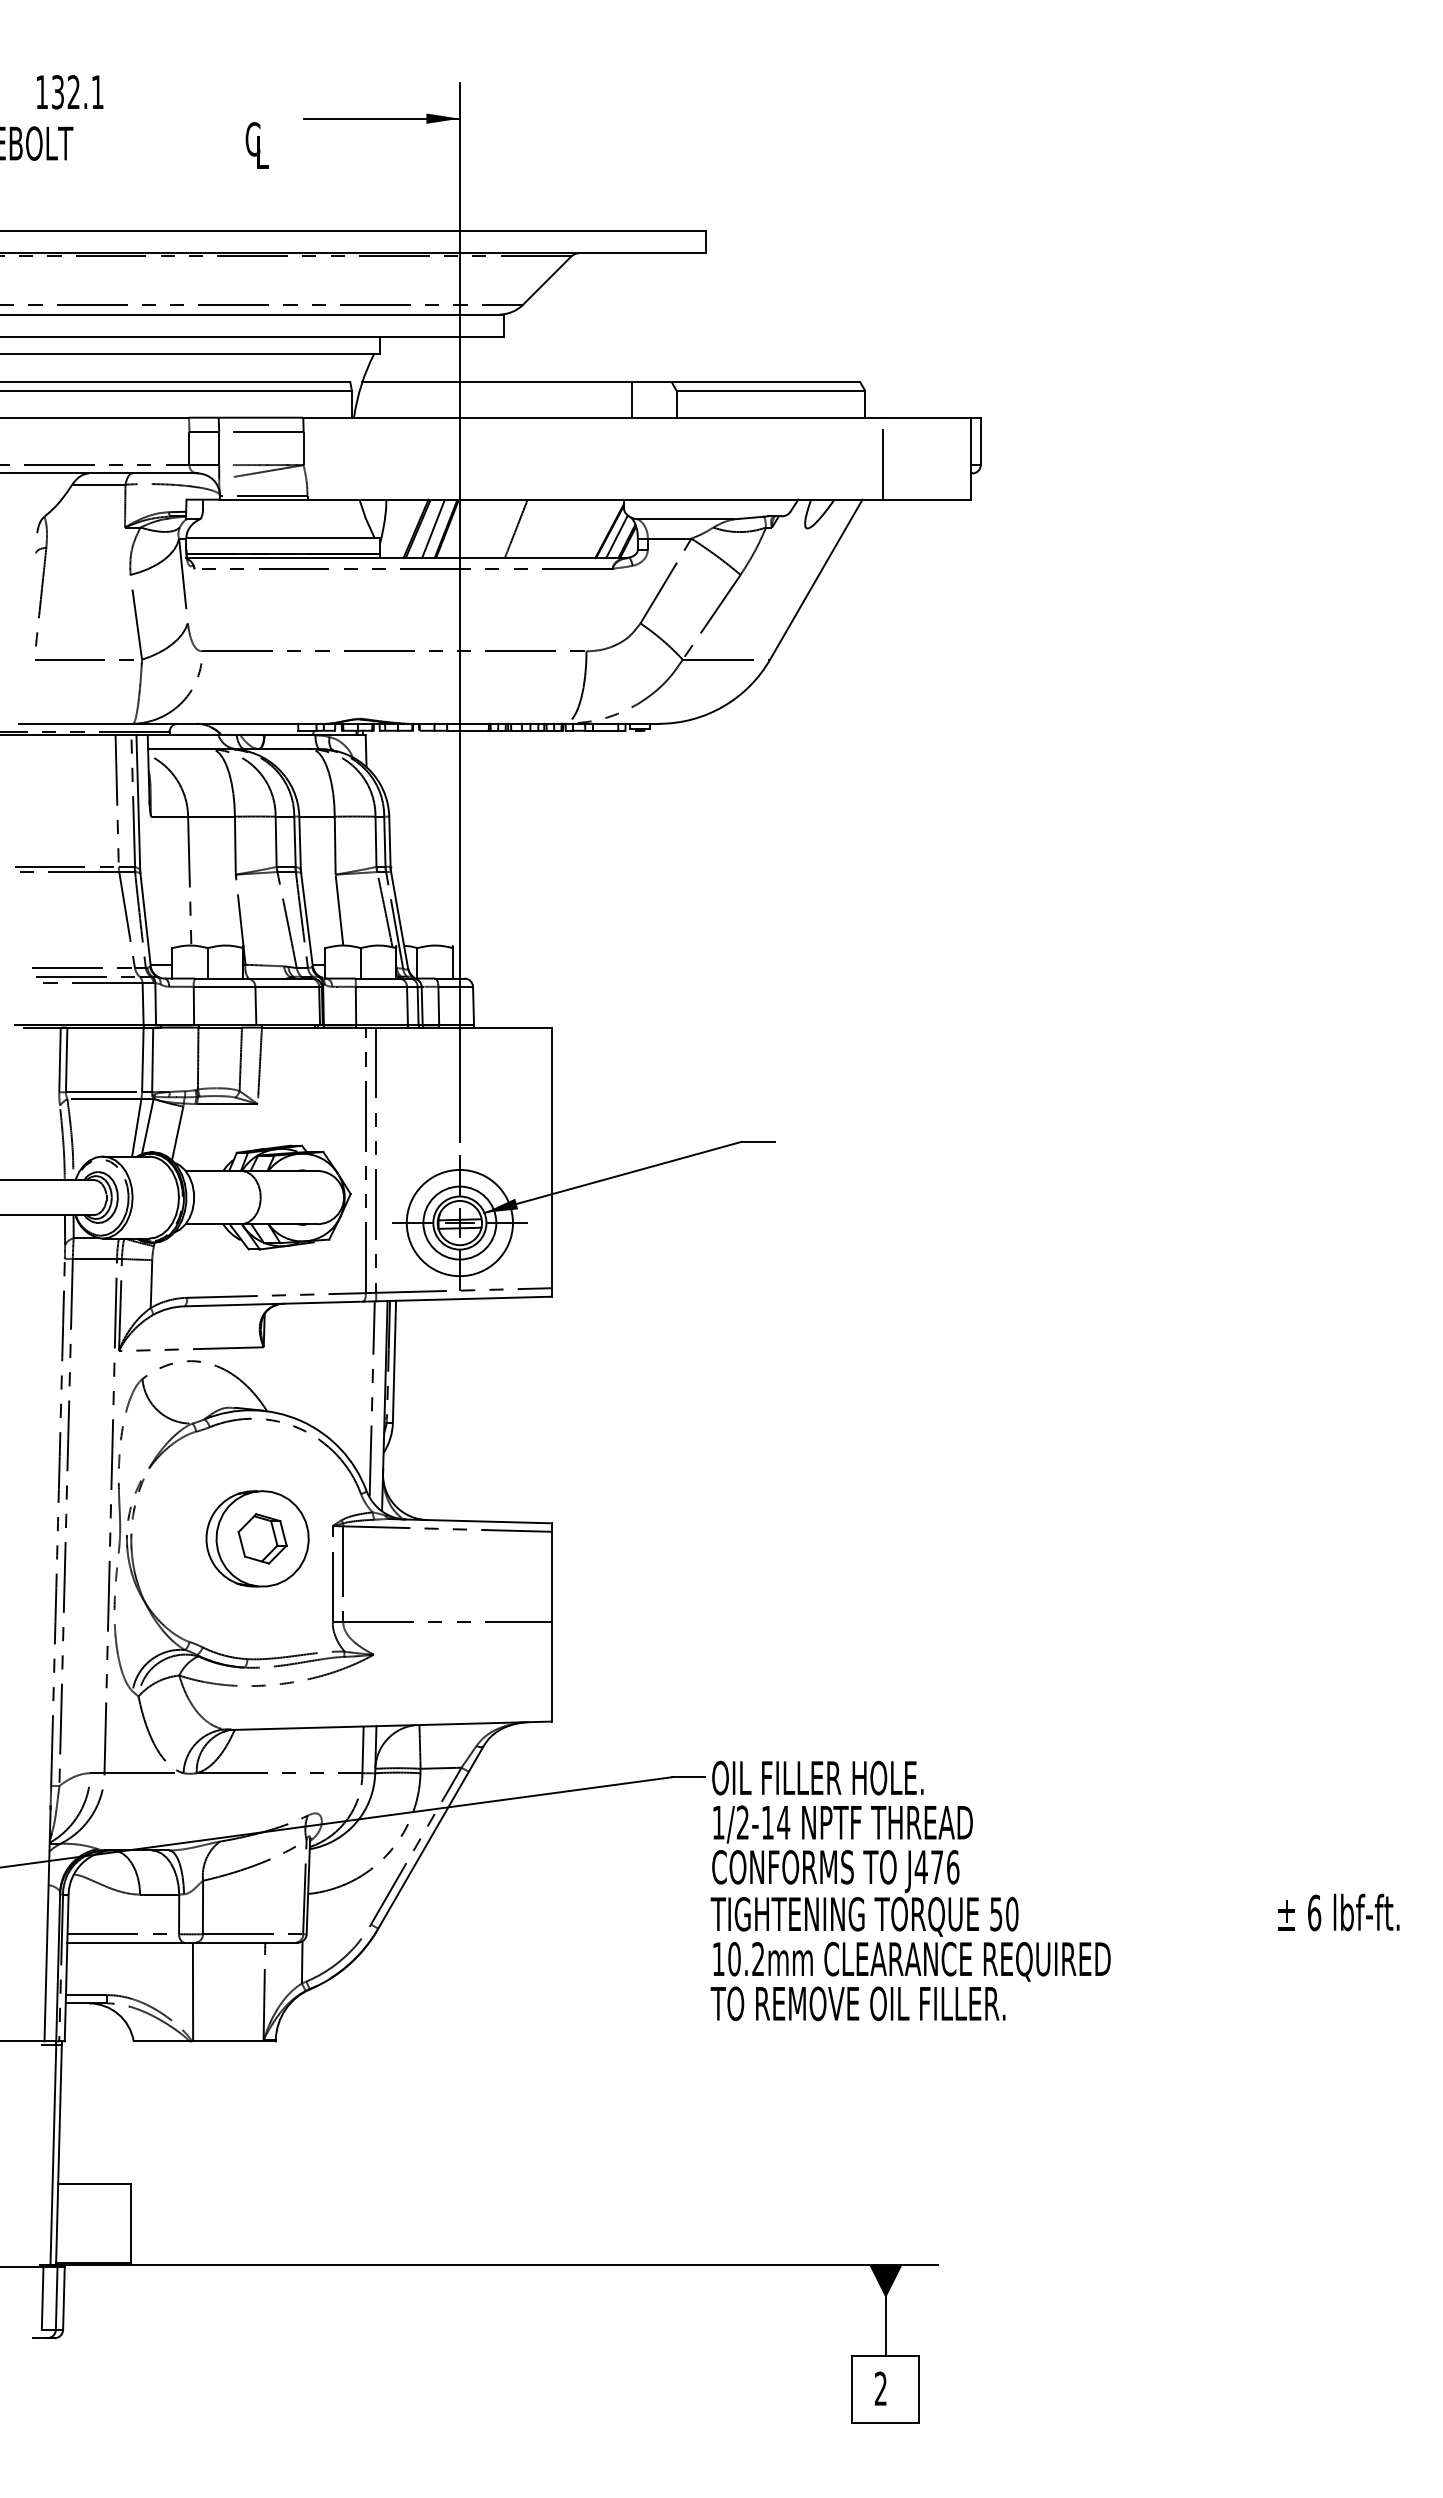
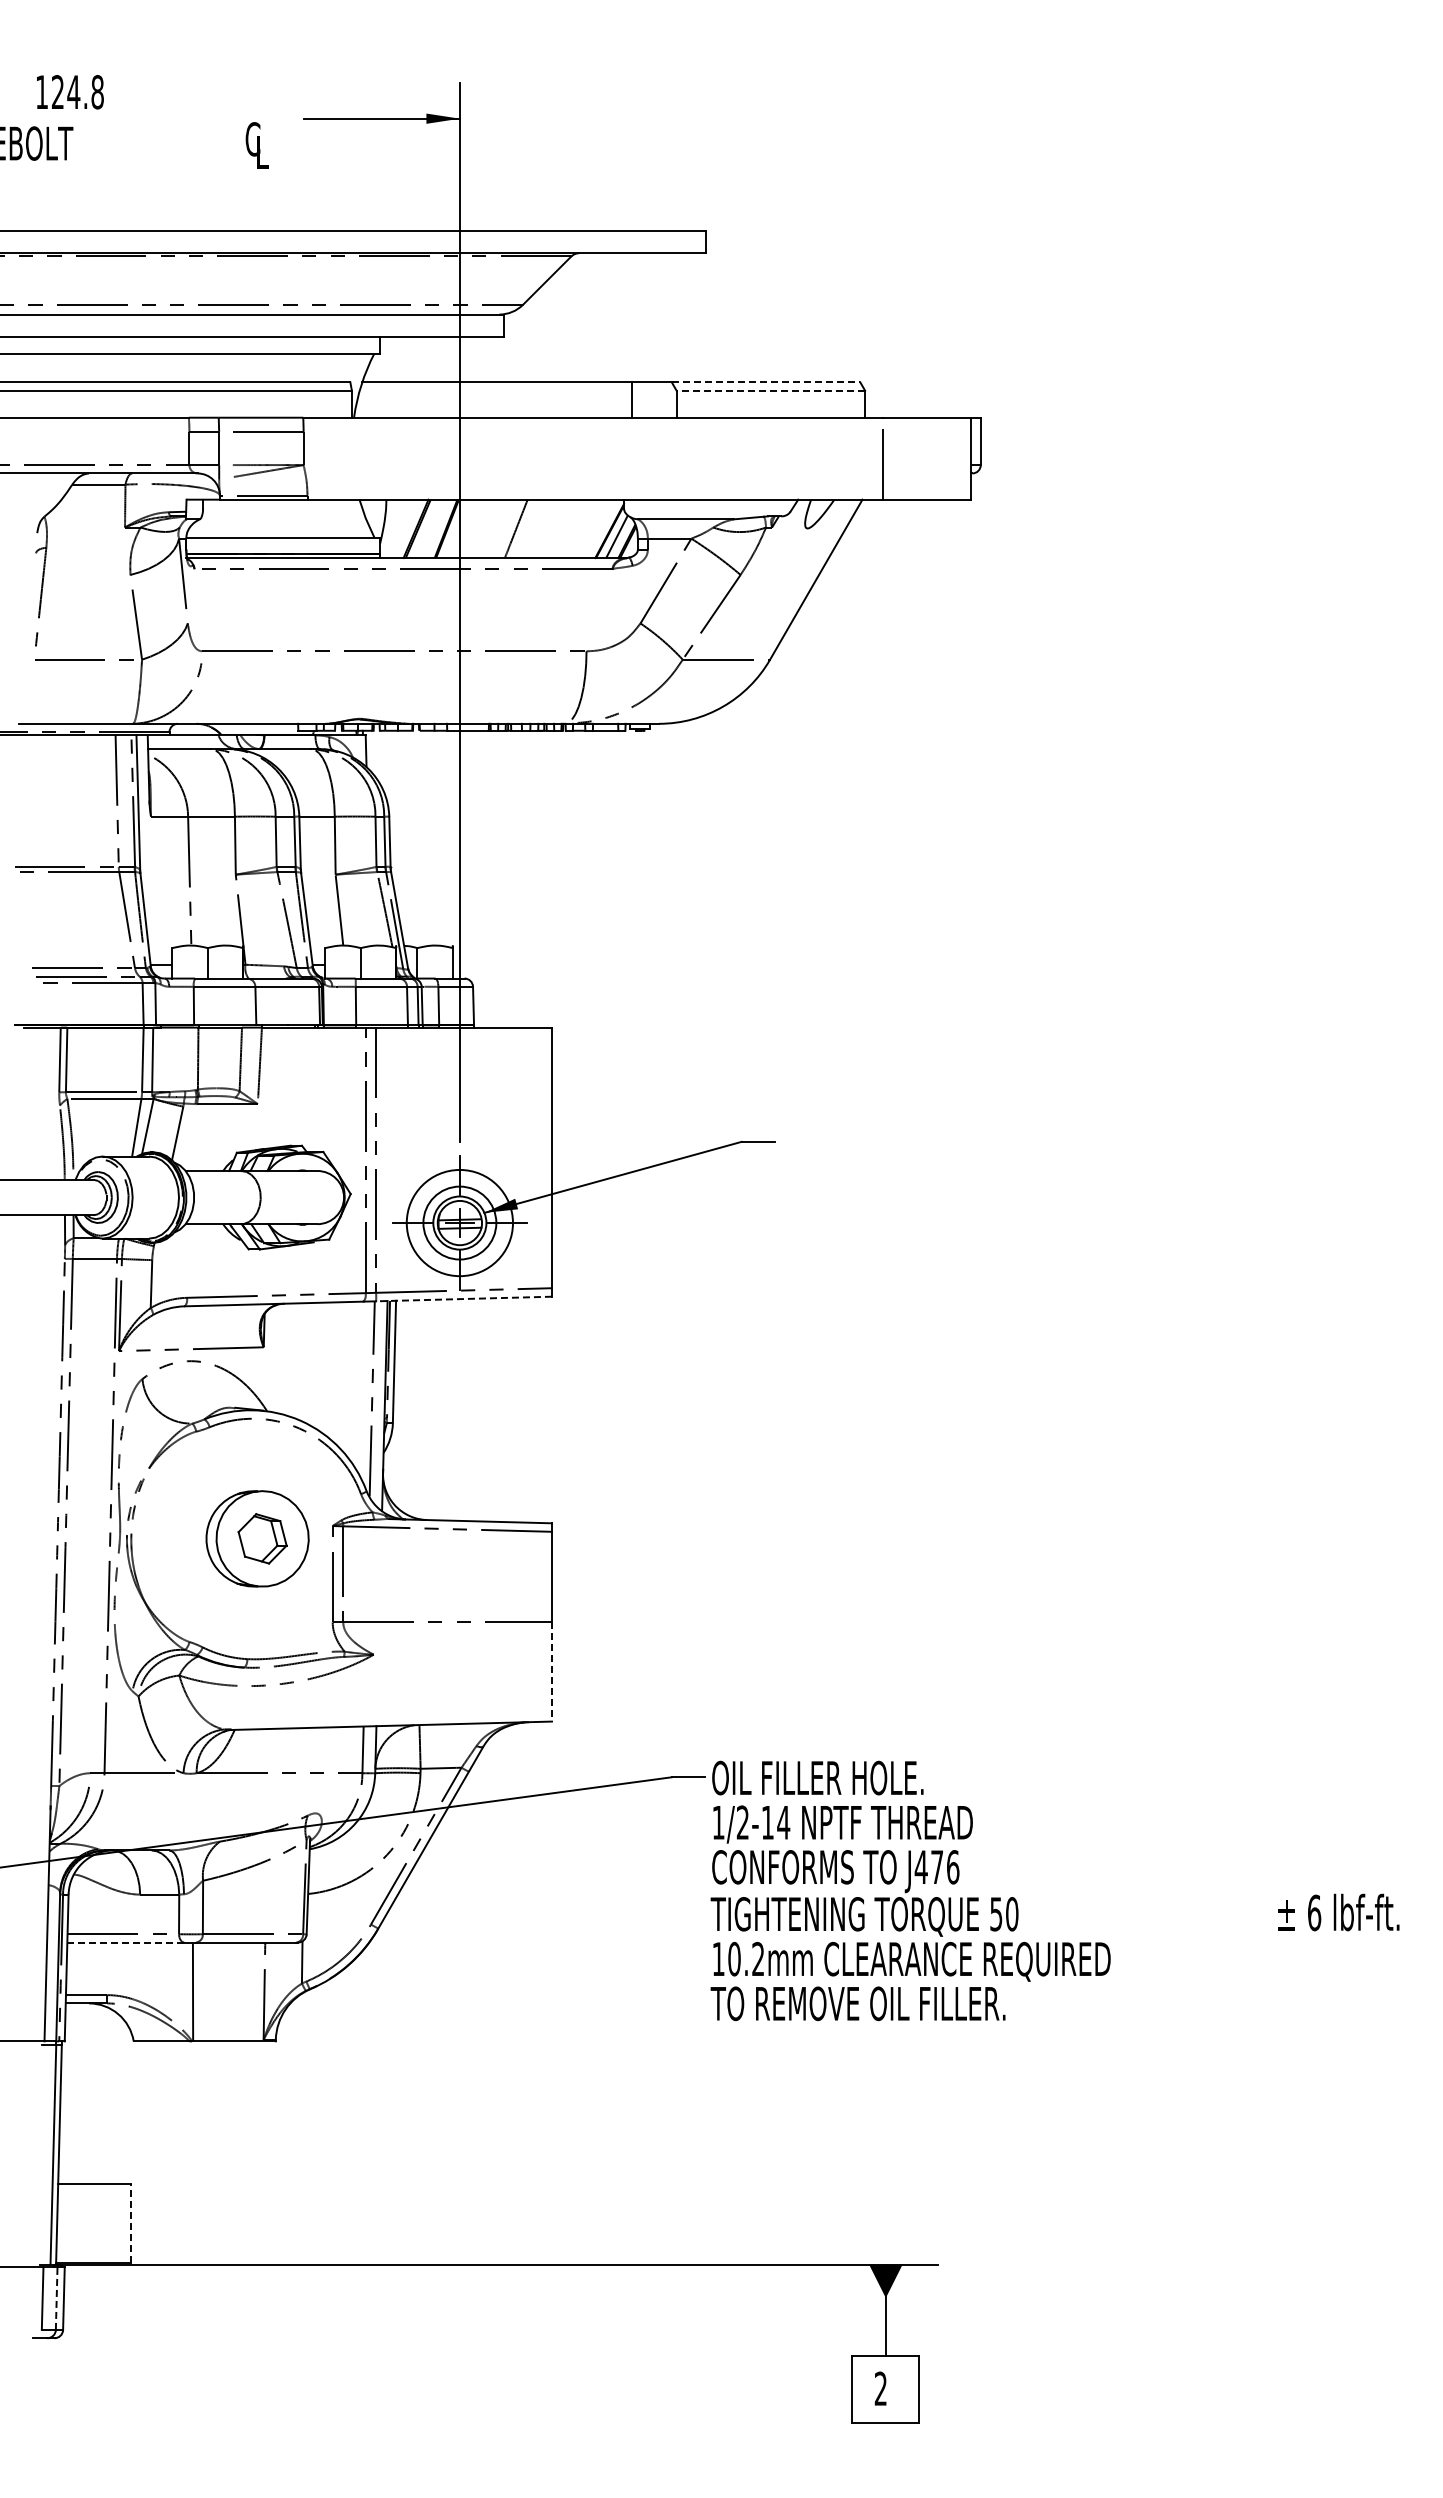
text at (77, 92): 132.1 -> 124.8
line at (766, 382): solid -> dashed
line at (770, 390): solid -> dashed
line at (433, 528): present -> none
line at (464, 1299): solid -> dashed
line at (551, 1672): solid -> dashed
line at (125, 1942): solid -> dashed
line at (130, 2223): solid -> dashed
line at (56, 2298): solid -> dashed
